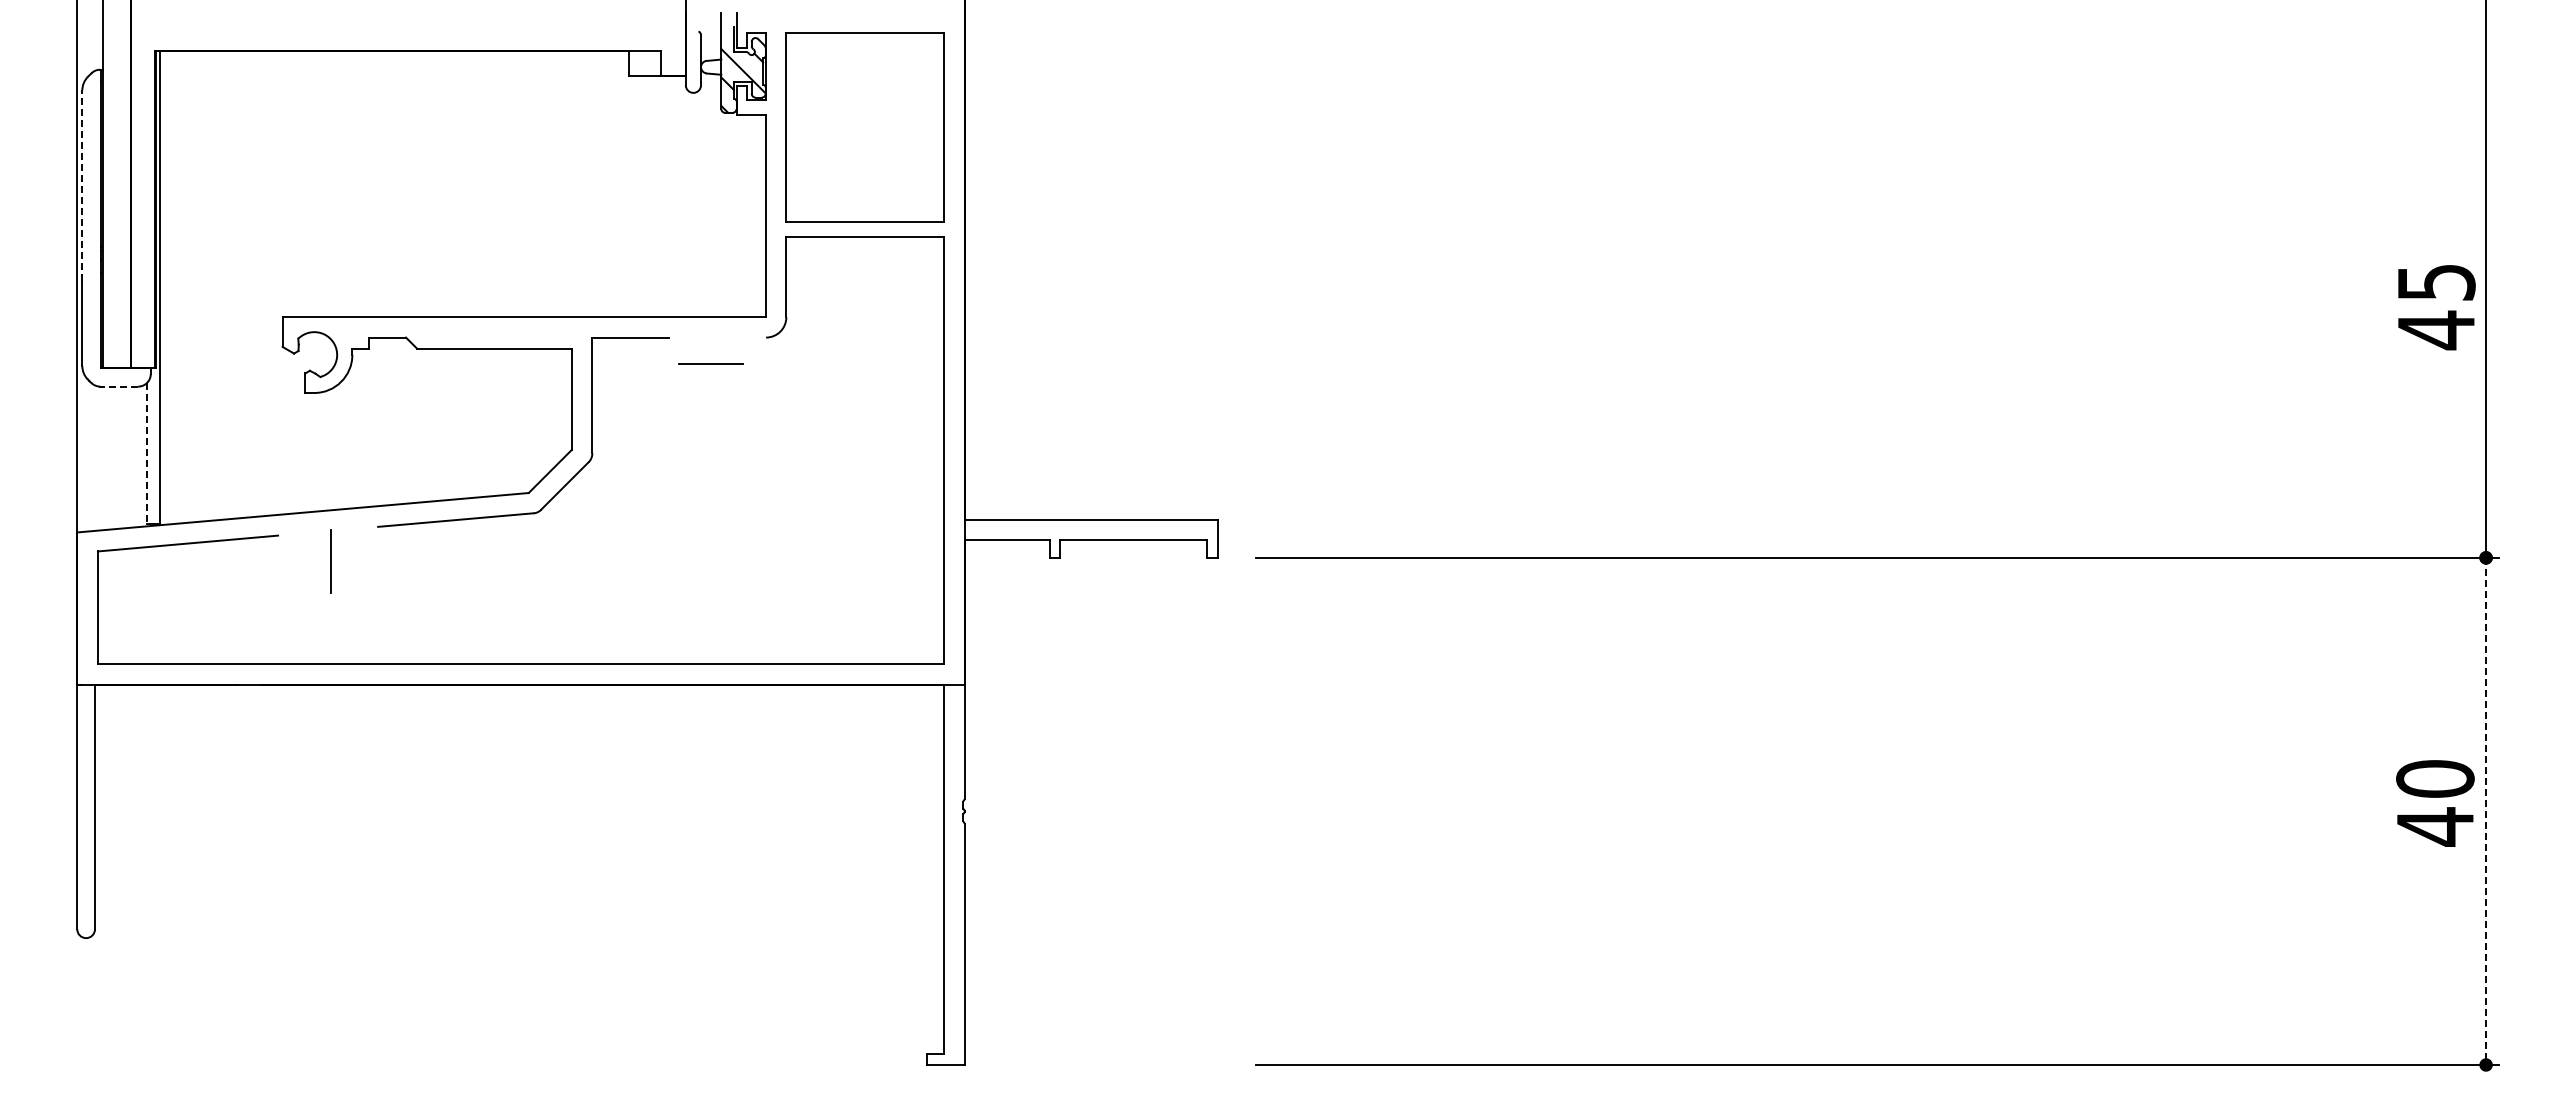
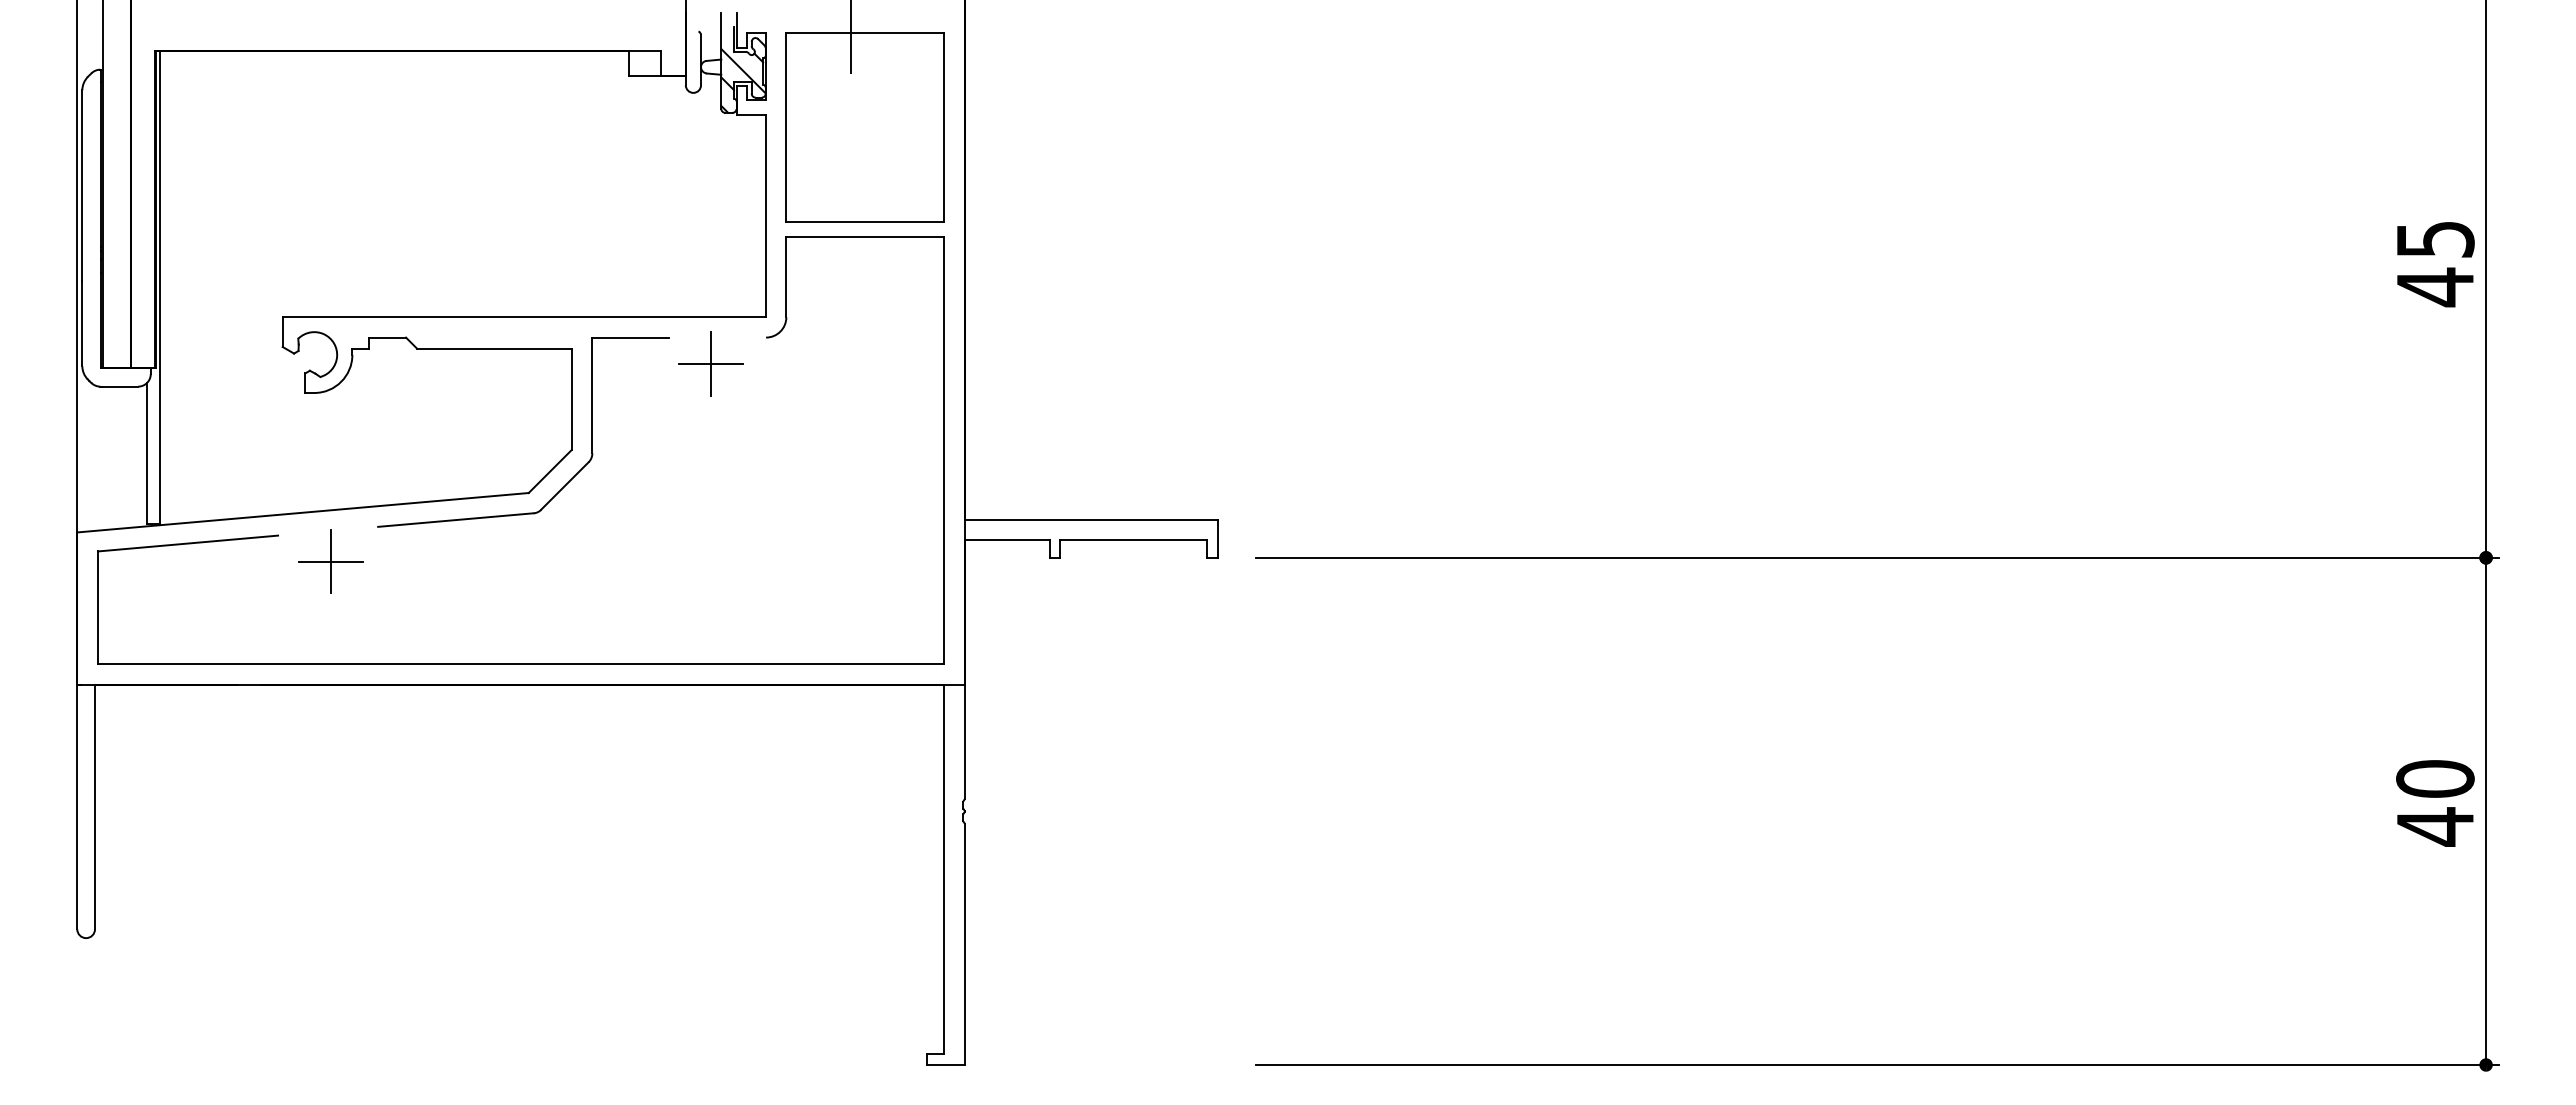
line at (850, 37): none -> present
line at (82, 184): dashed -> solid
text at (2436, 307) position: (2436, 307) -> (2435, 264)
line at (711, 363): none -> present
line at (119, 386): dashed -> solid
line at (147, 453): dashed -> solid
line at (330, 561): none -> present
line at (2486, 811): dashed -> solid
